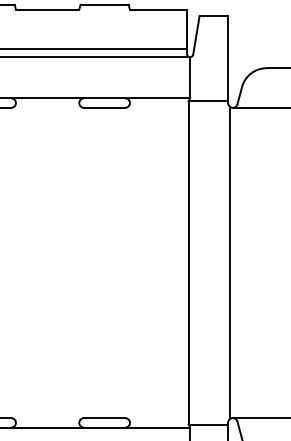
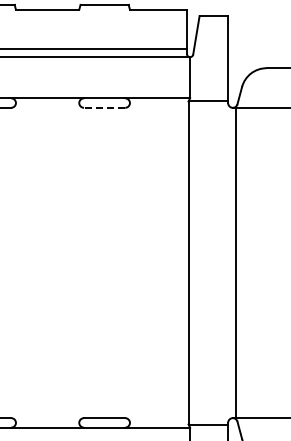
line at (104, 107): solid -> dashed
line at (229, 262) position: (229, 262) -> (235, 262)
